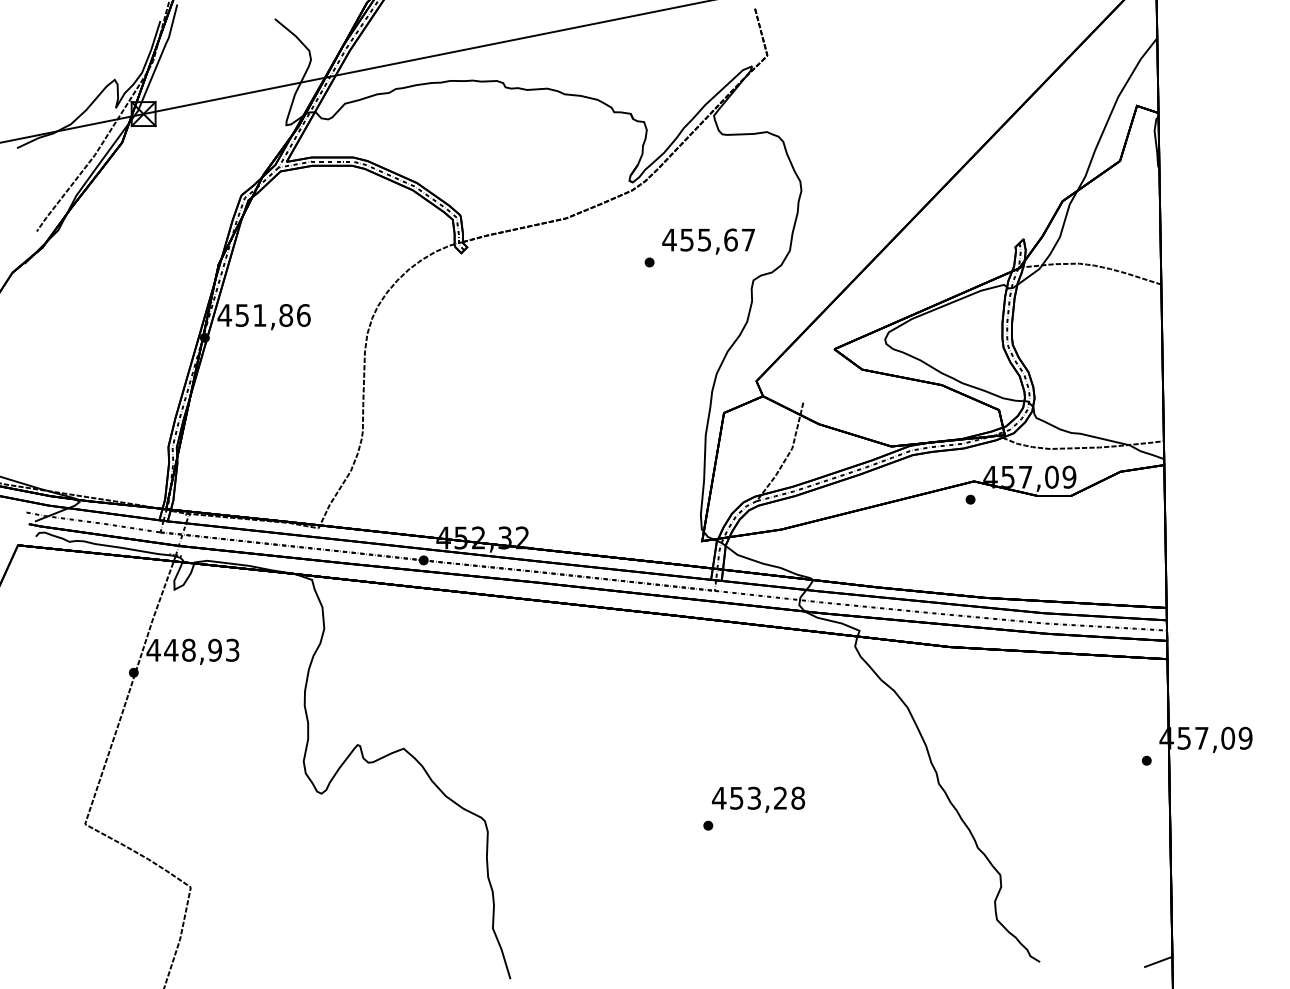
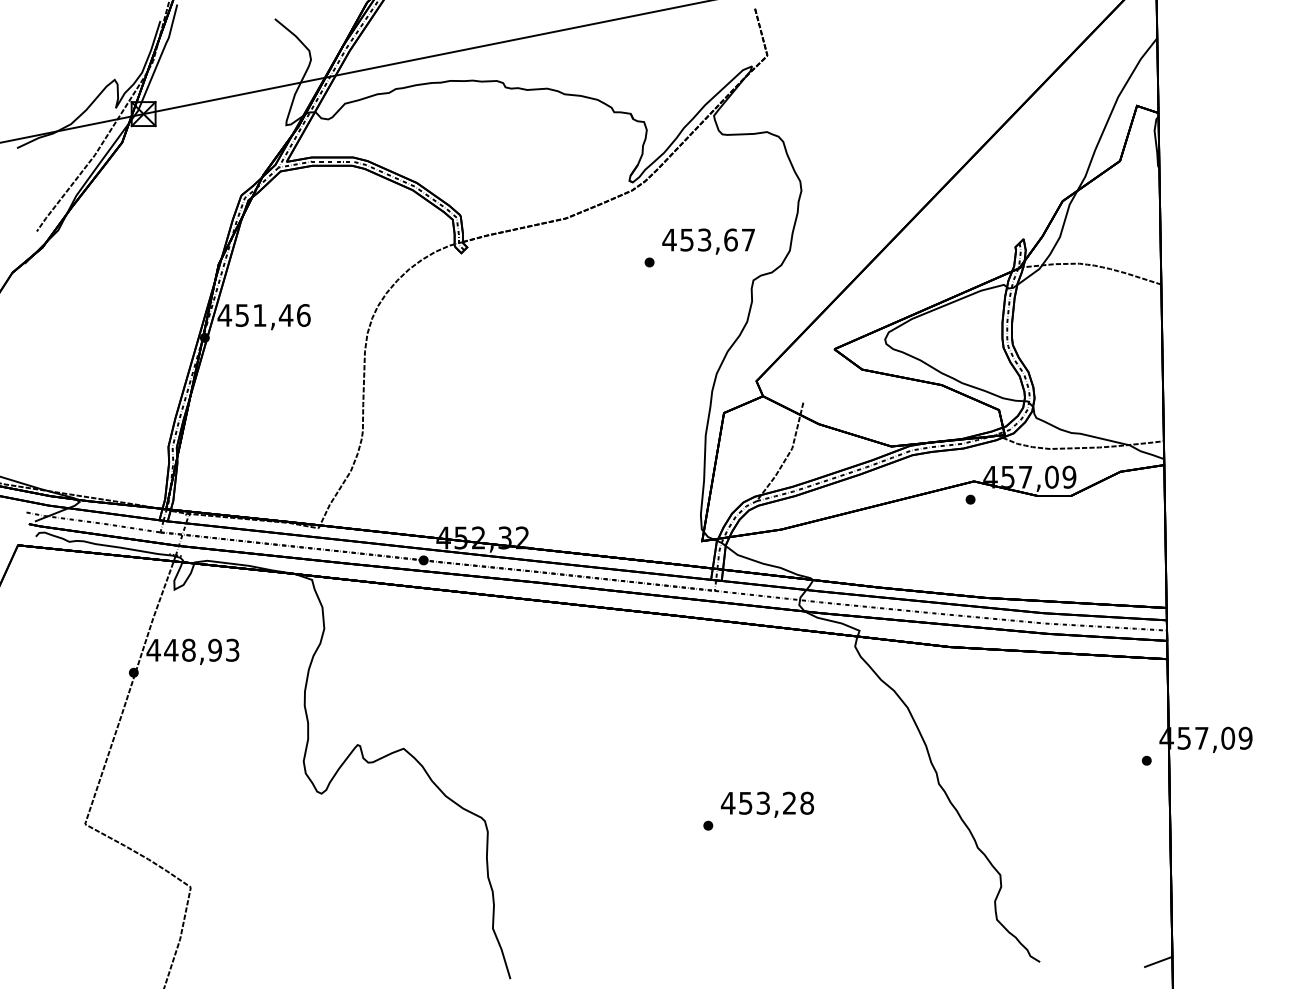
text at (704, 239): 455,67 -> 453,67
text at (285, 315): 451,86 -> 451,46
text at (758, 799) position: (758, 799) -> (767, 804)
